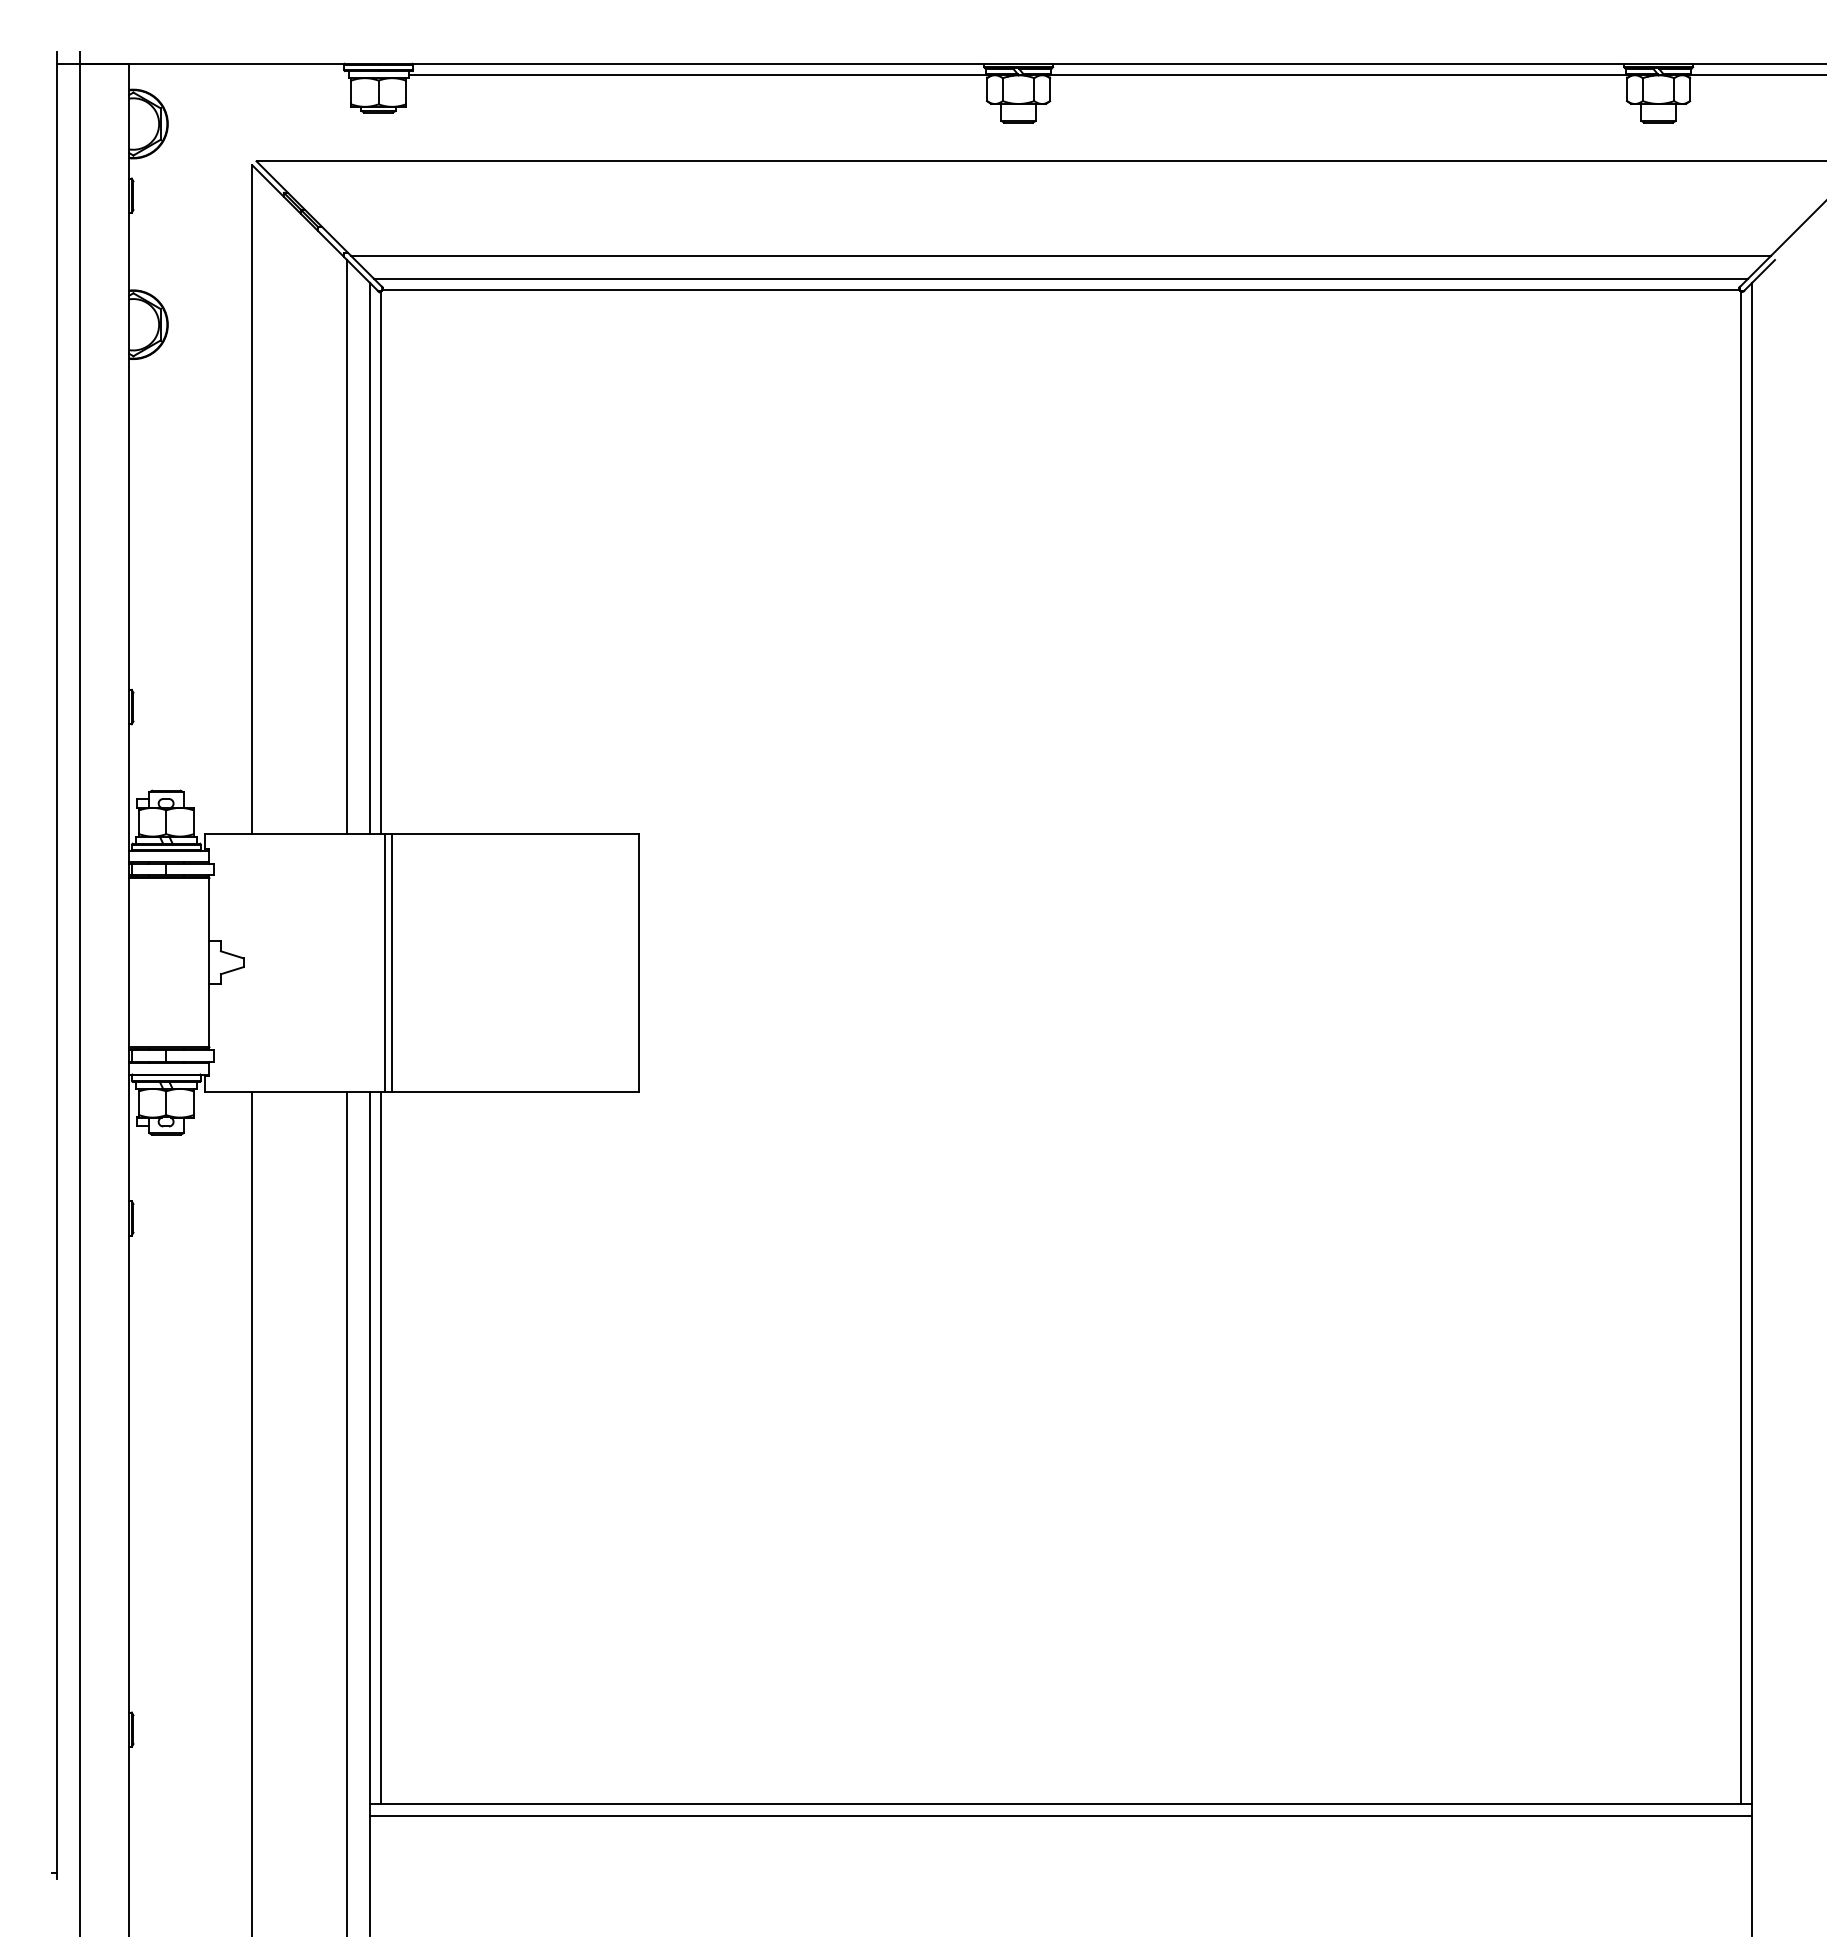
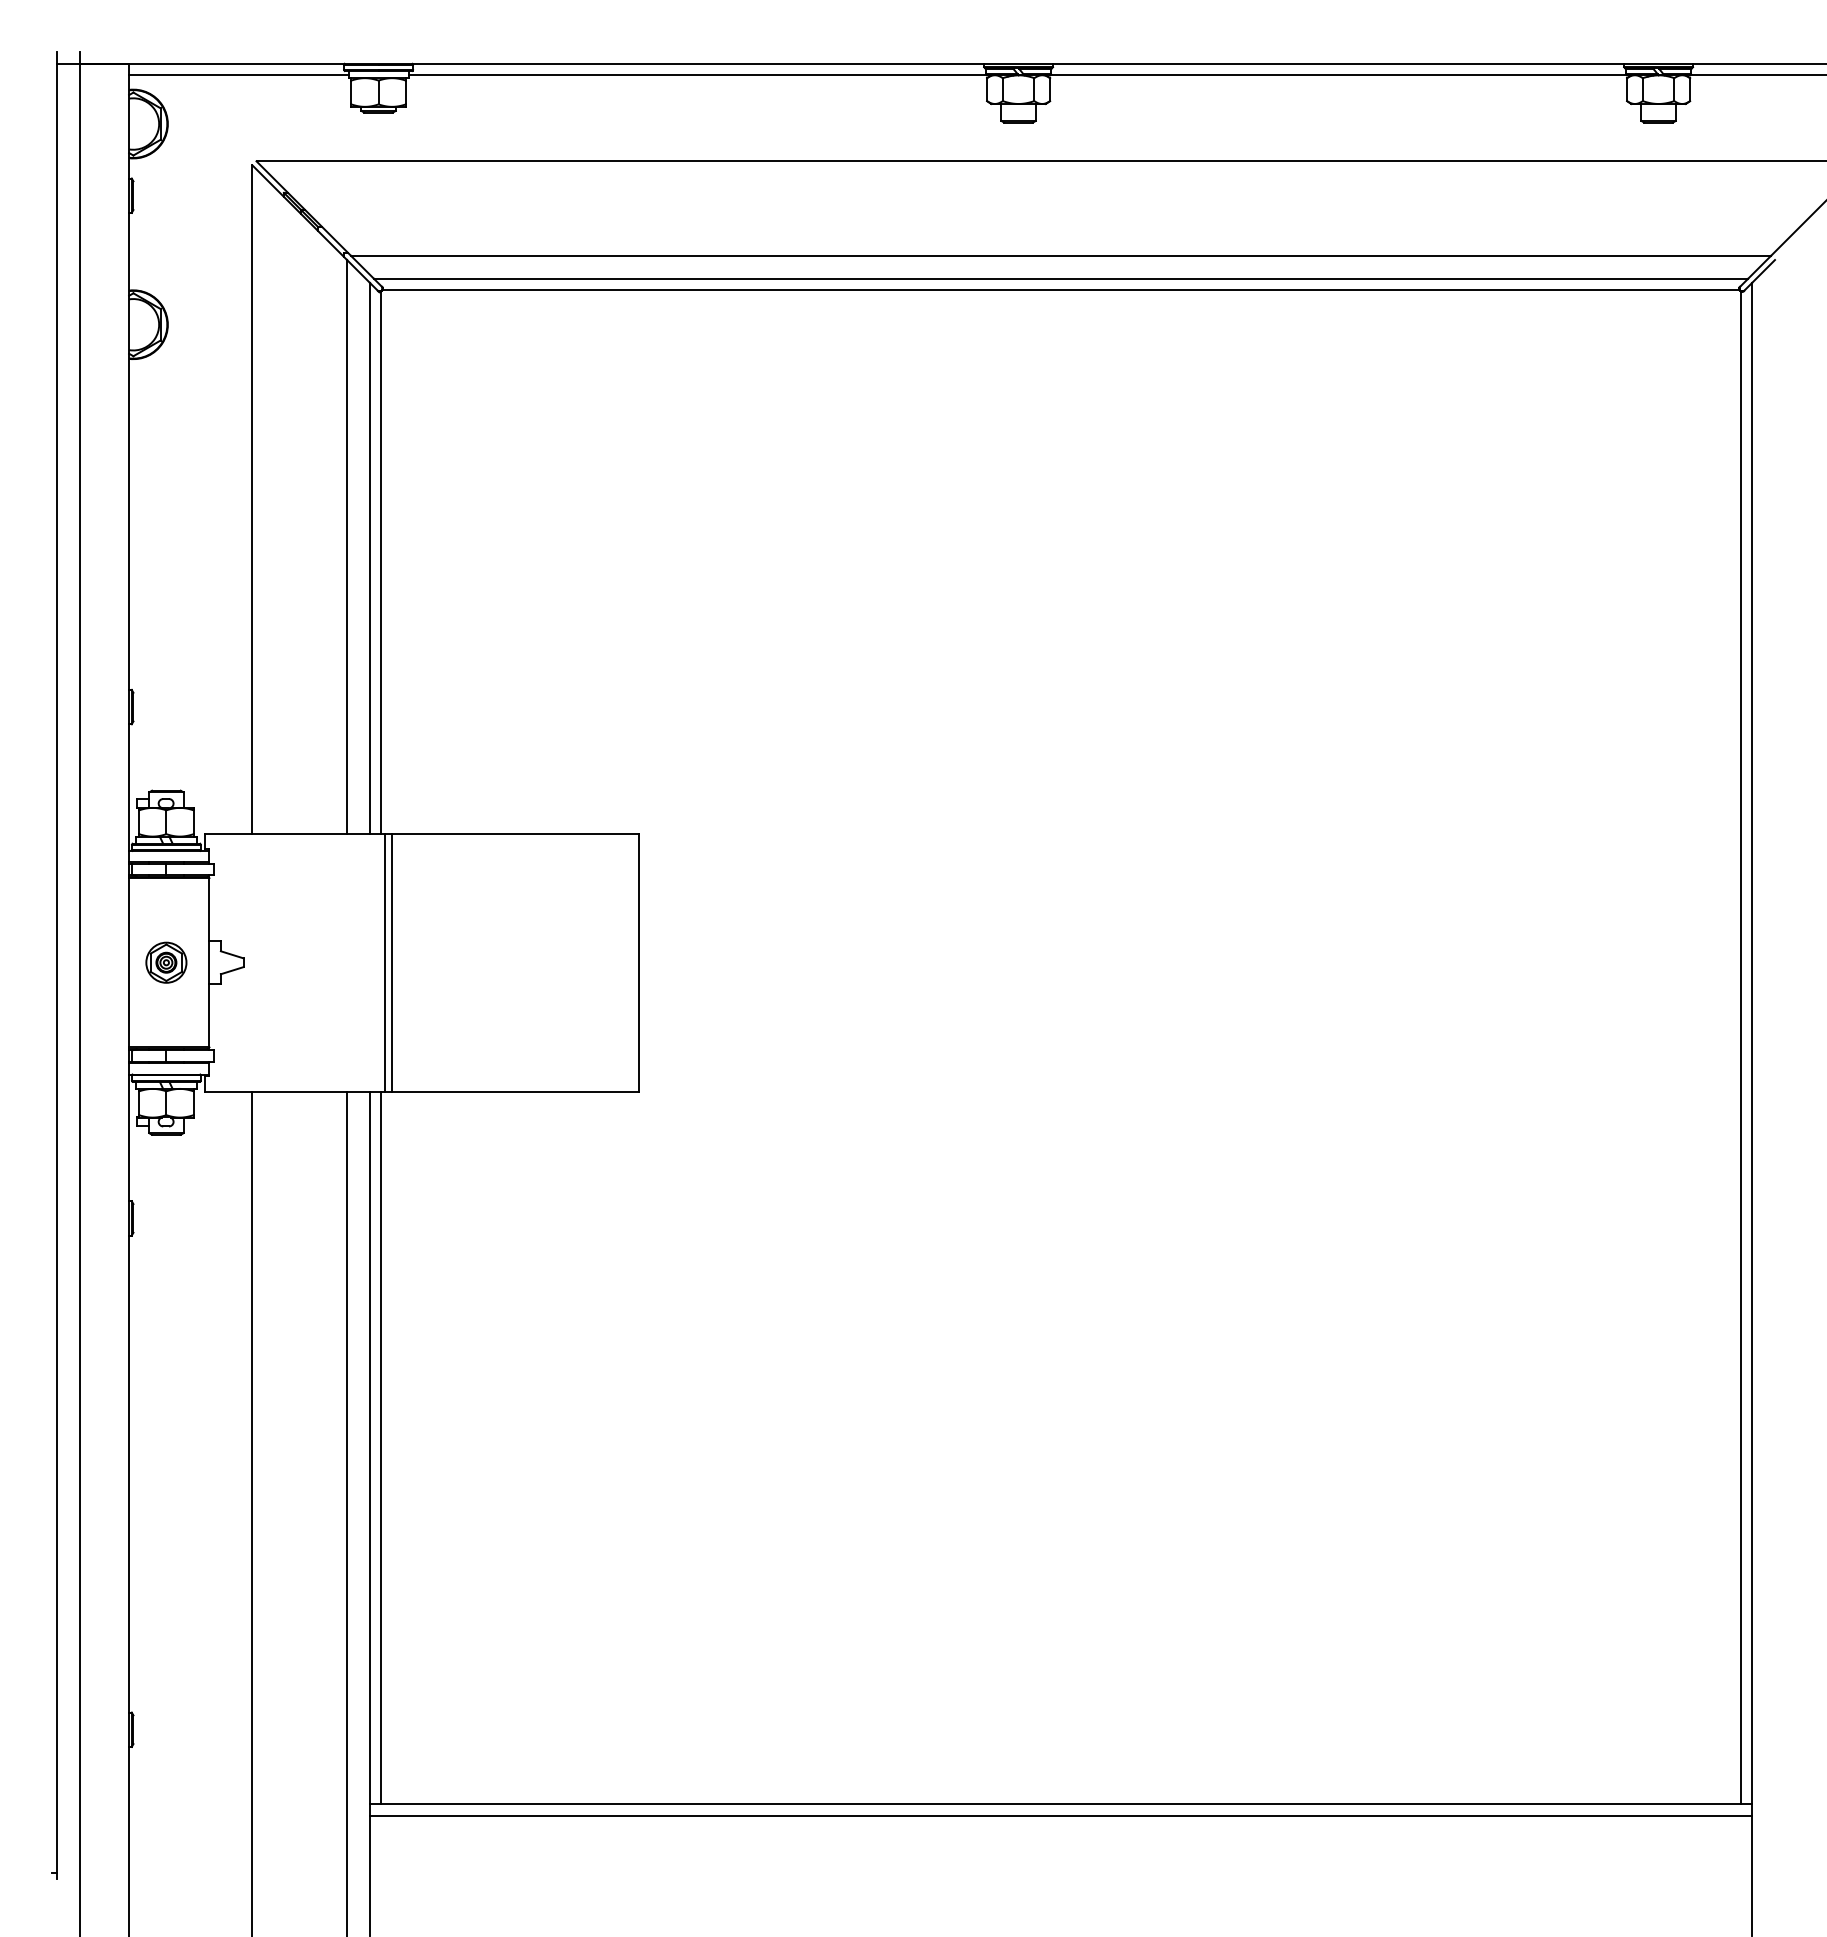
line at (238, 75): none -> present
part at (166, 962): none -> present
